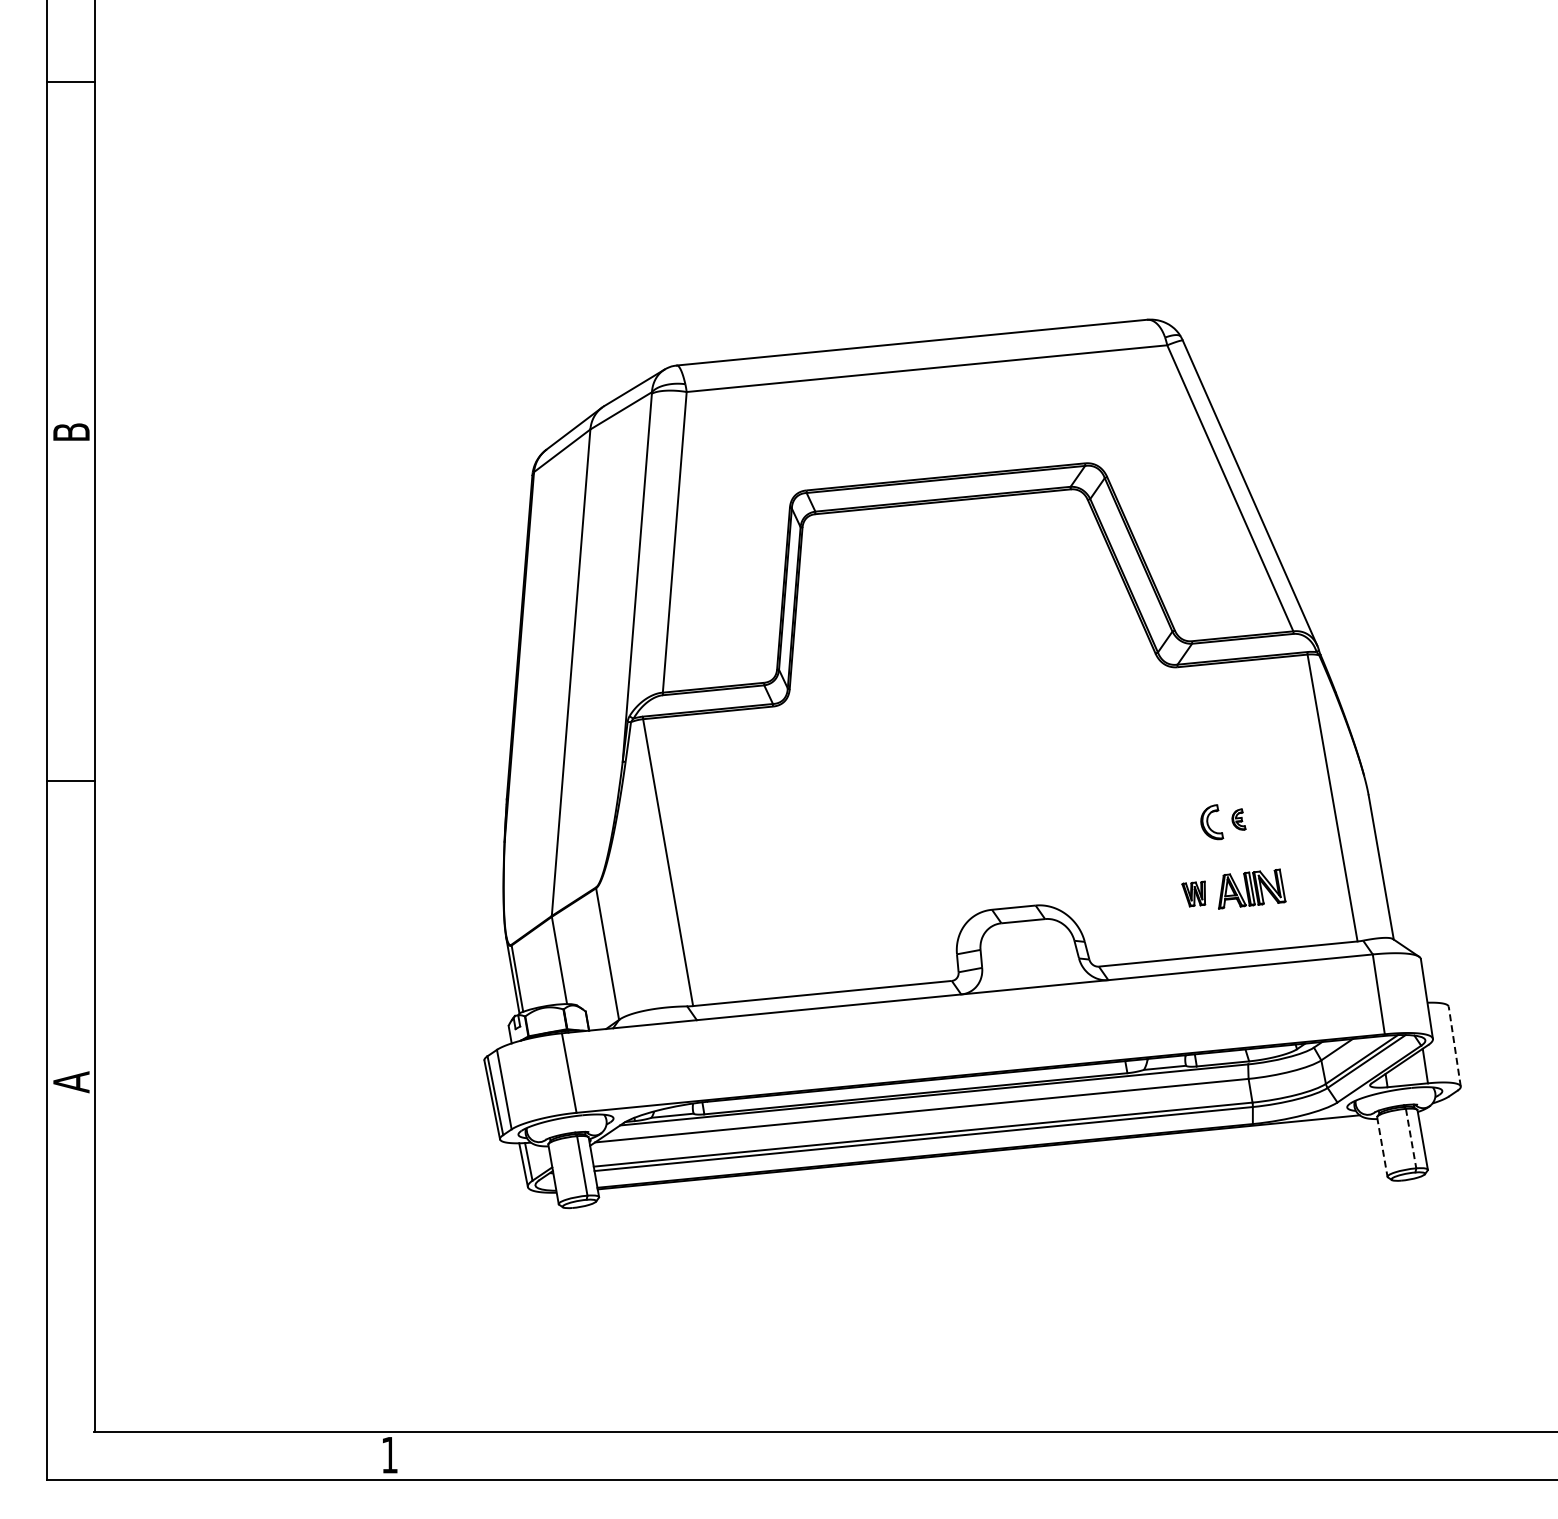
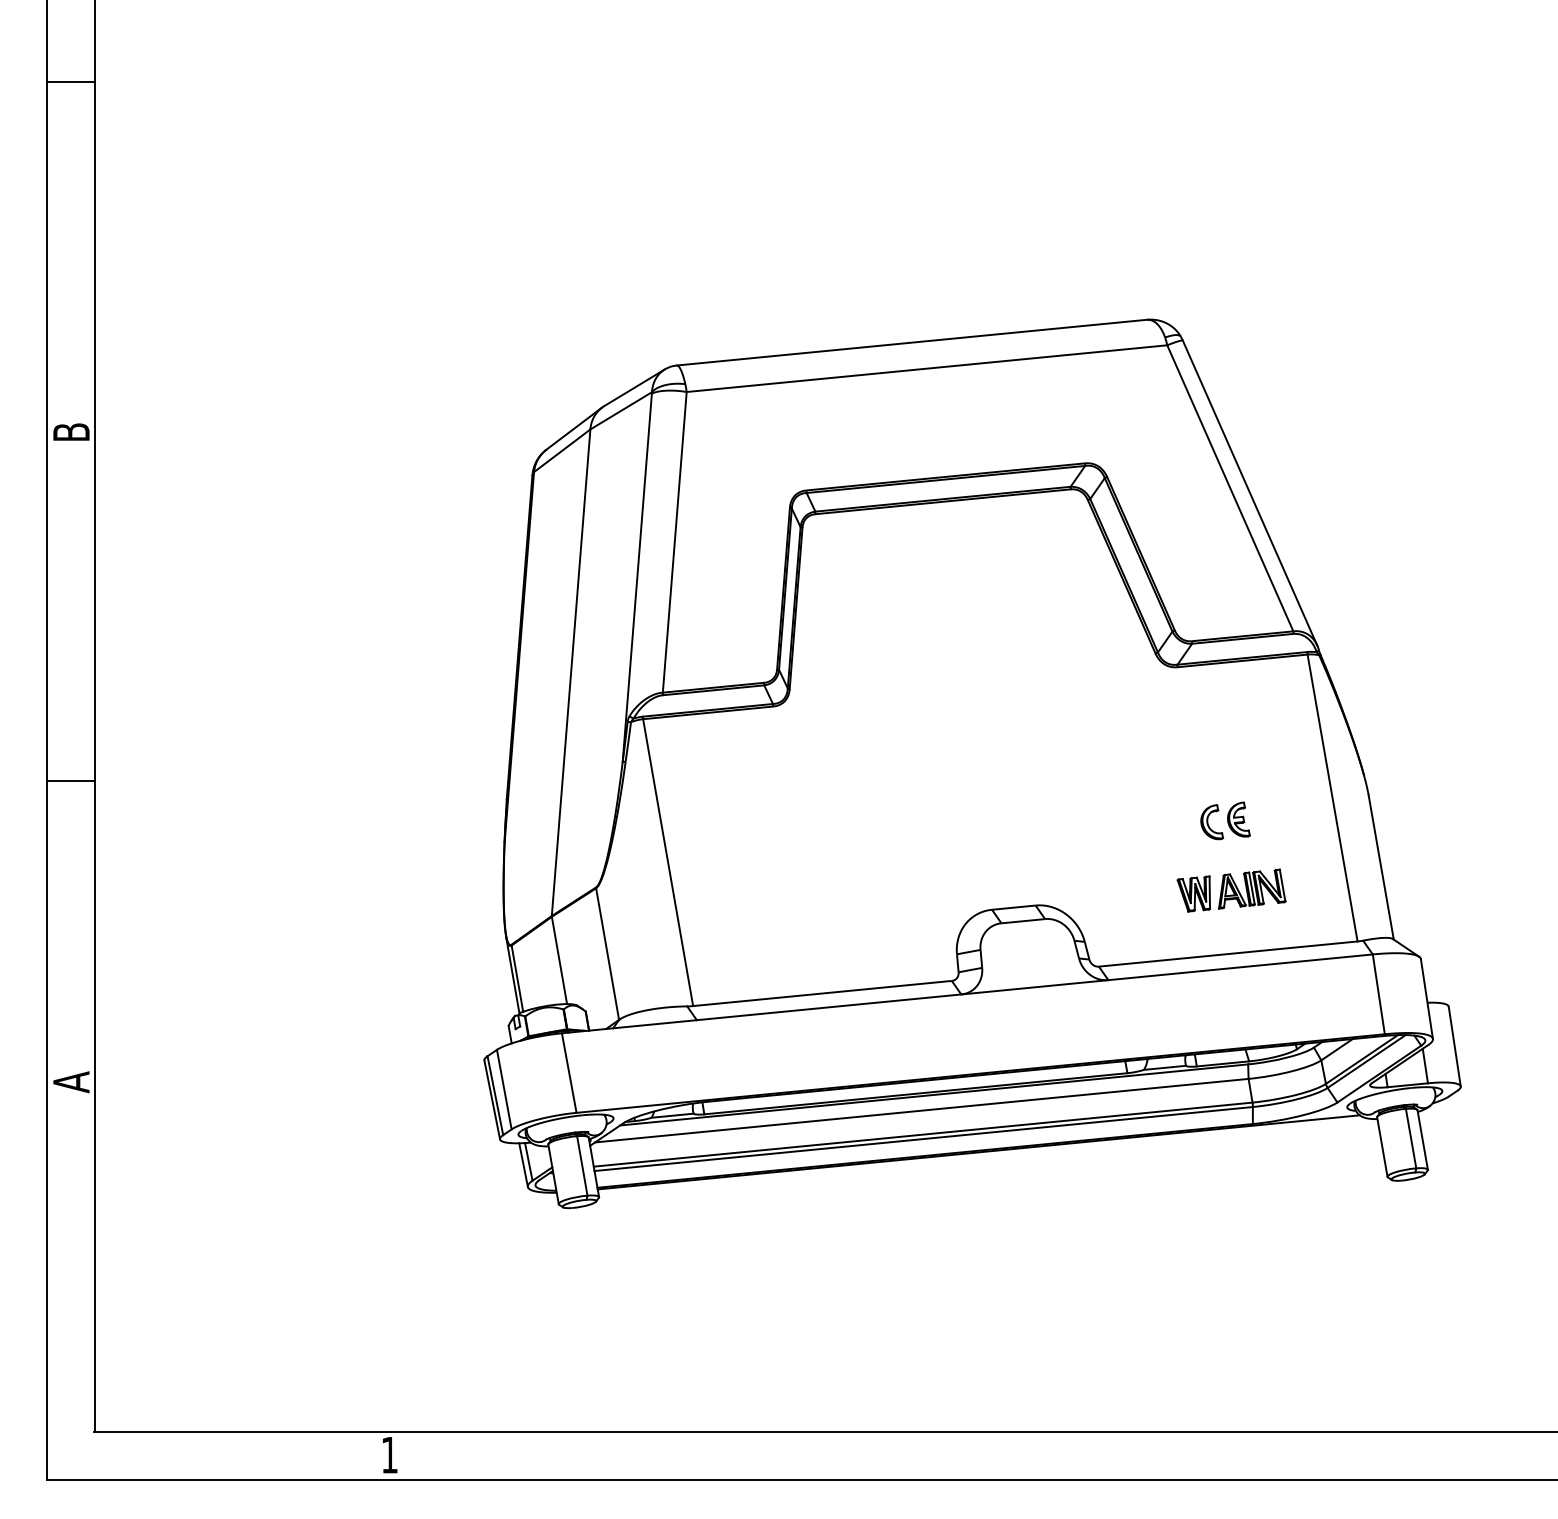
part at (1238, 819) size: 16x23 px -> 24x37 px
part at (1193, 893) size: 26x28 px -> 35x38 px
line at (1454, 1046): dashed -> solid
line at (1411, 1139): dashed -> solid
line at (1382, 1147): dashed -> solid
